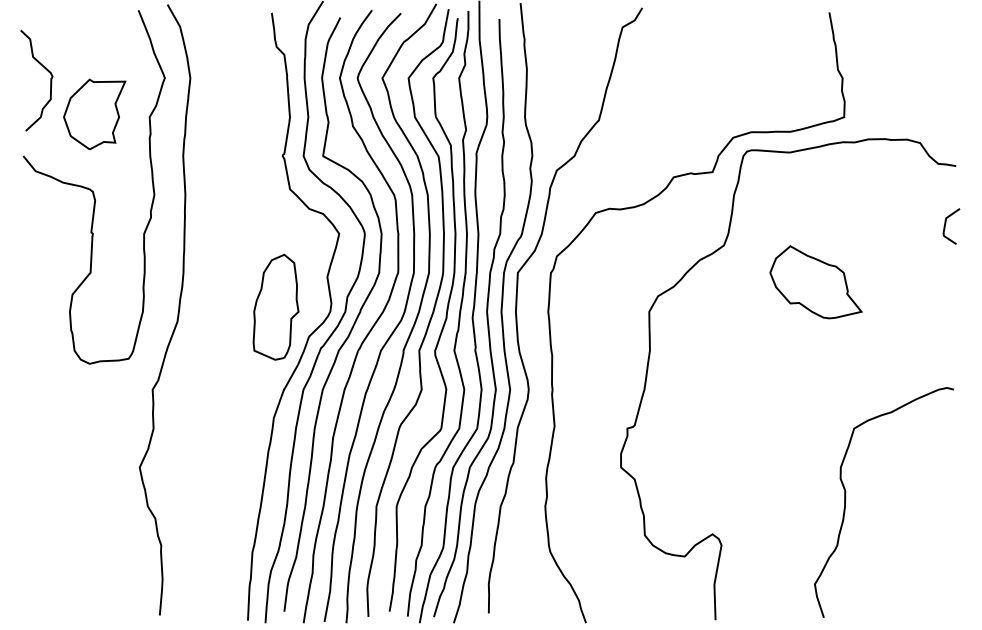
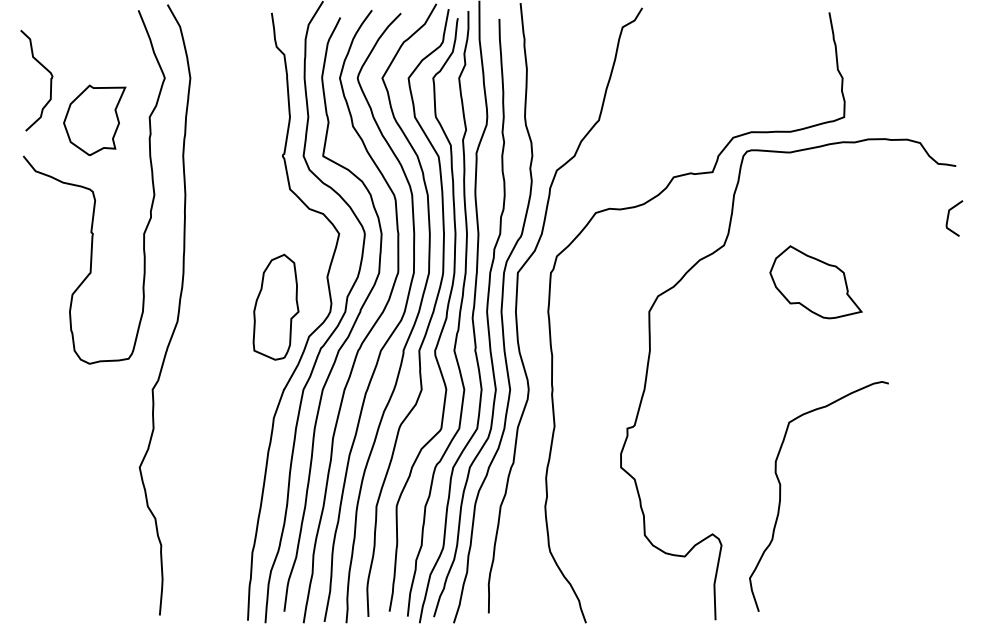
part at (94, 114) position: (94, 114) -> (94, 120)
curve at (946, 223) position: (946, 223) -> (949, 215)
curve at (846, 496) position: (846, 496) -> (781, 490)
